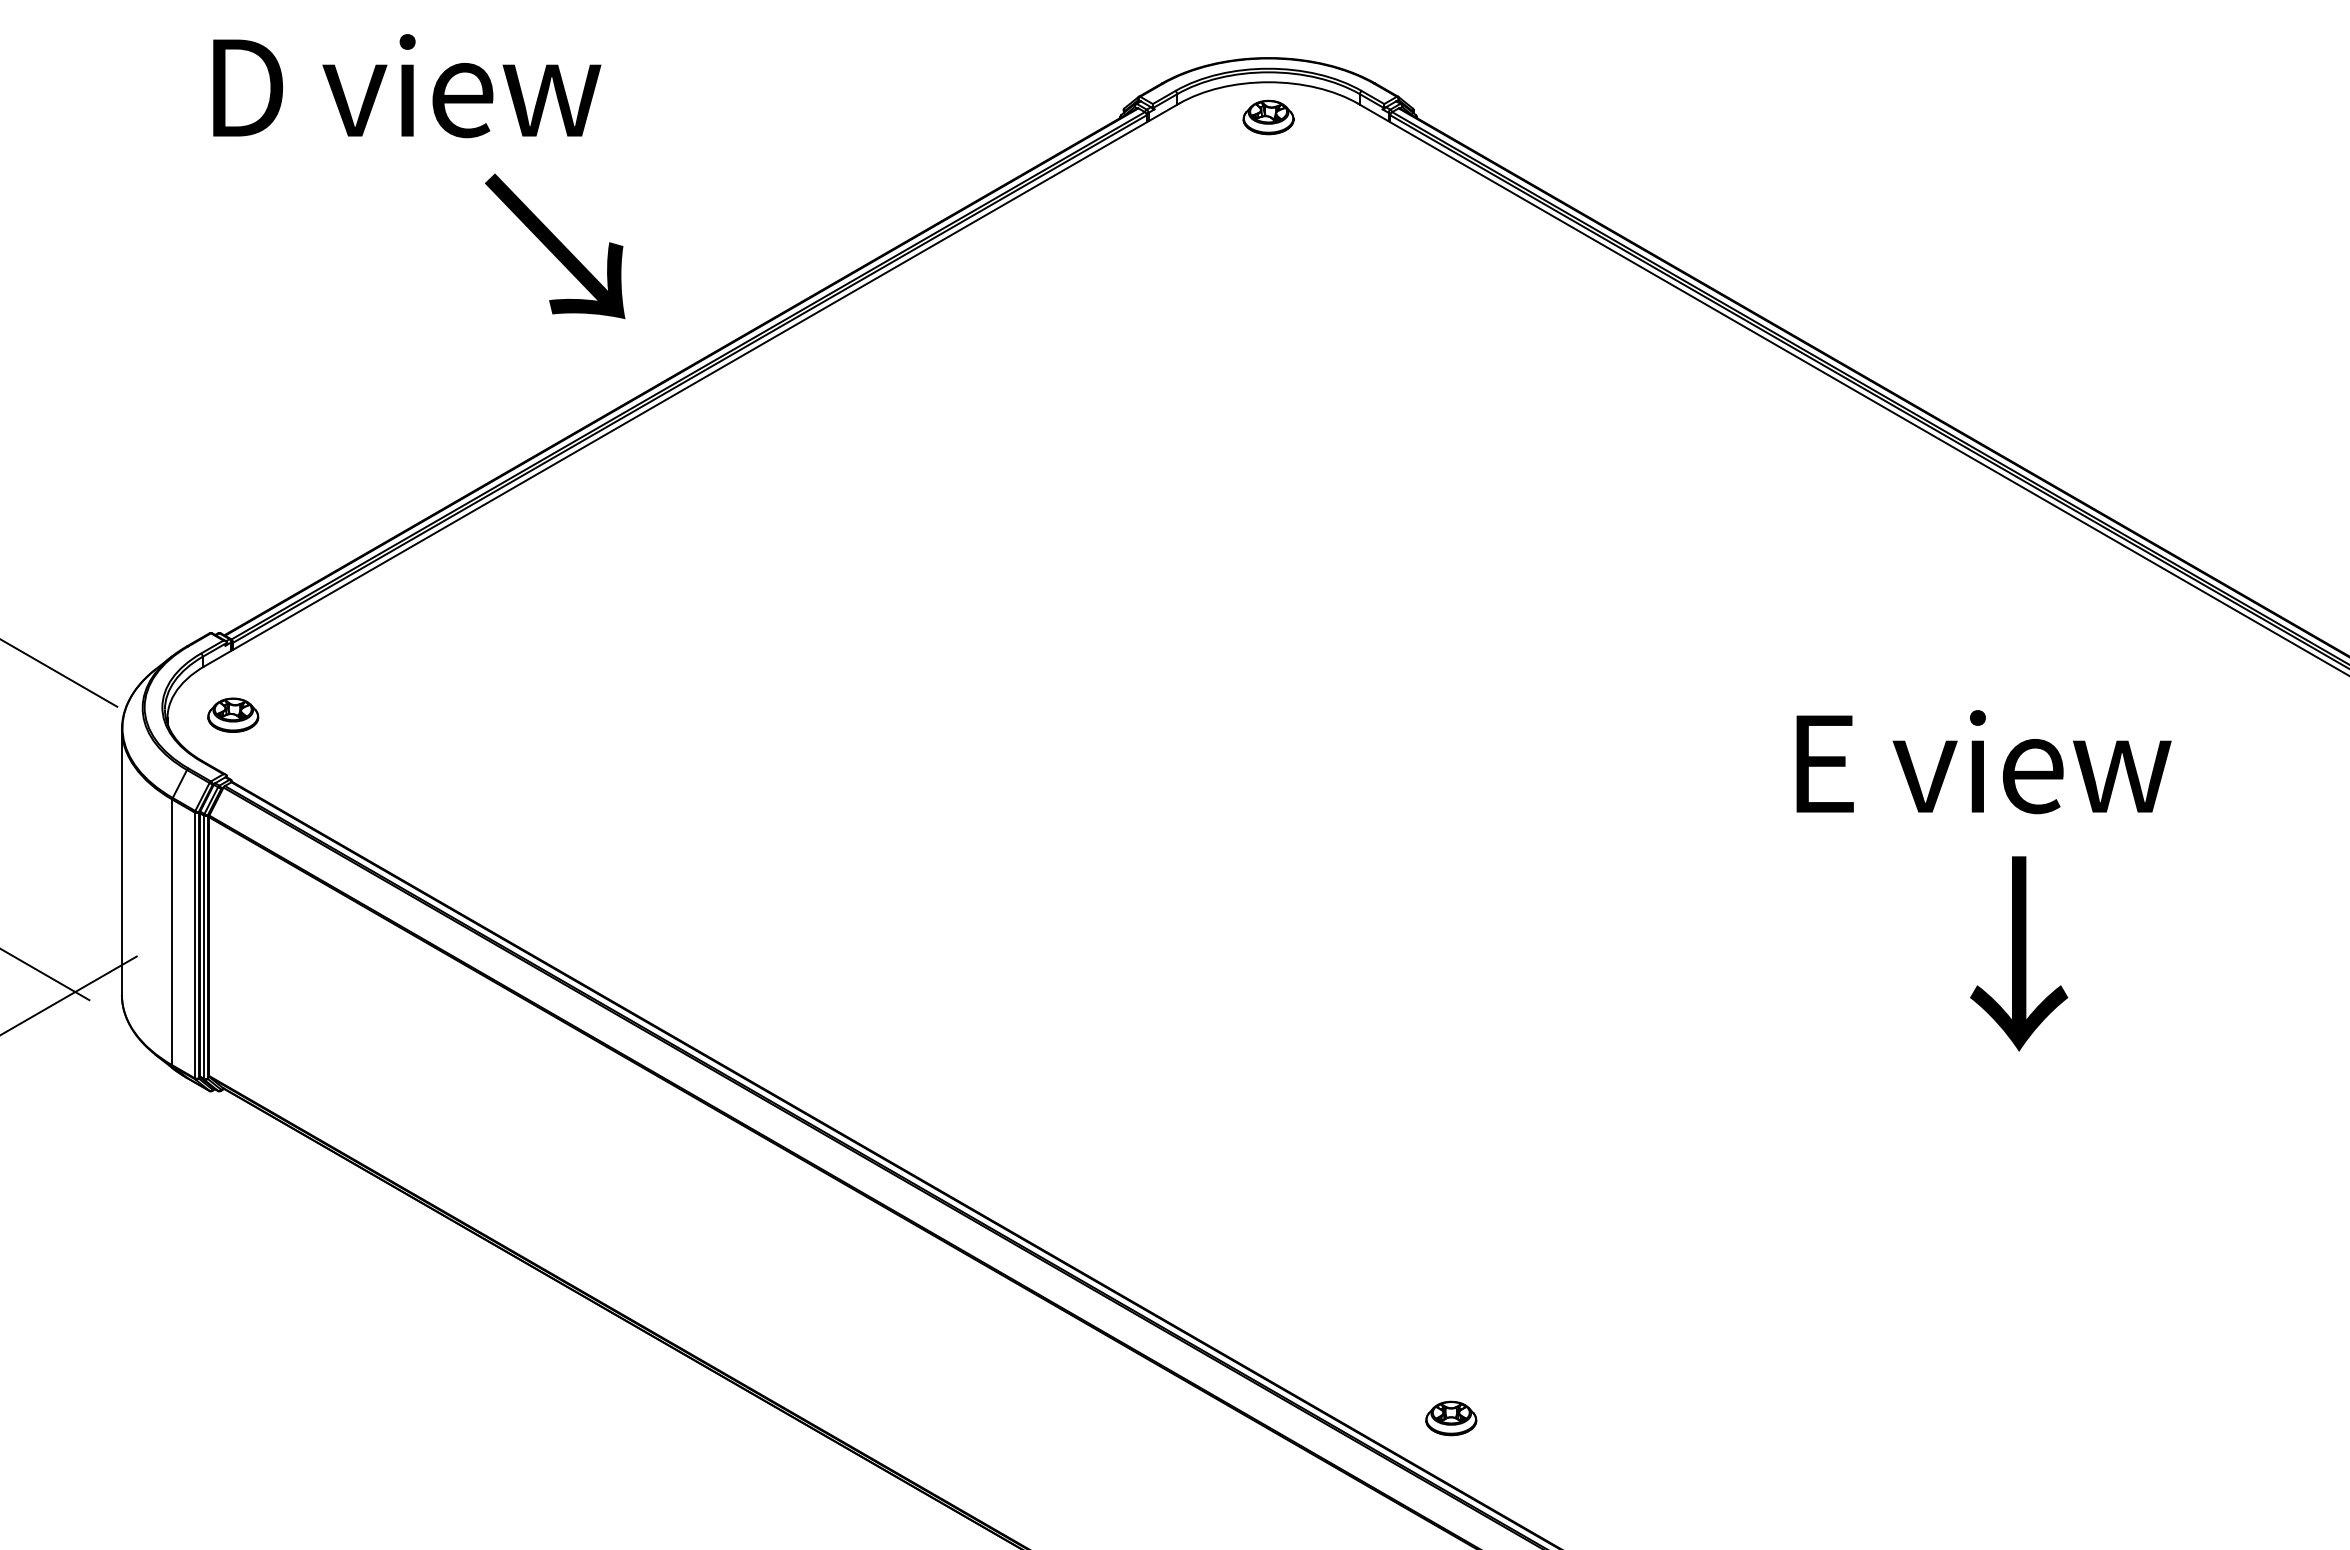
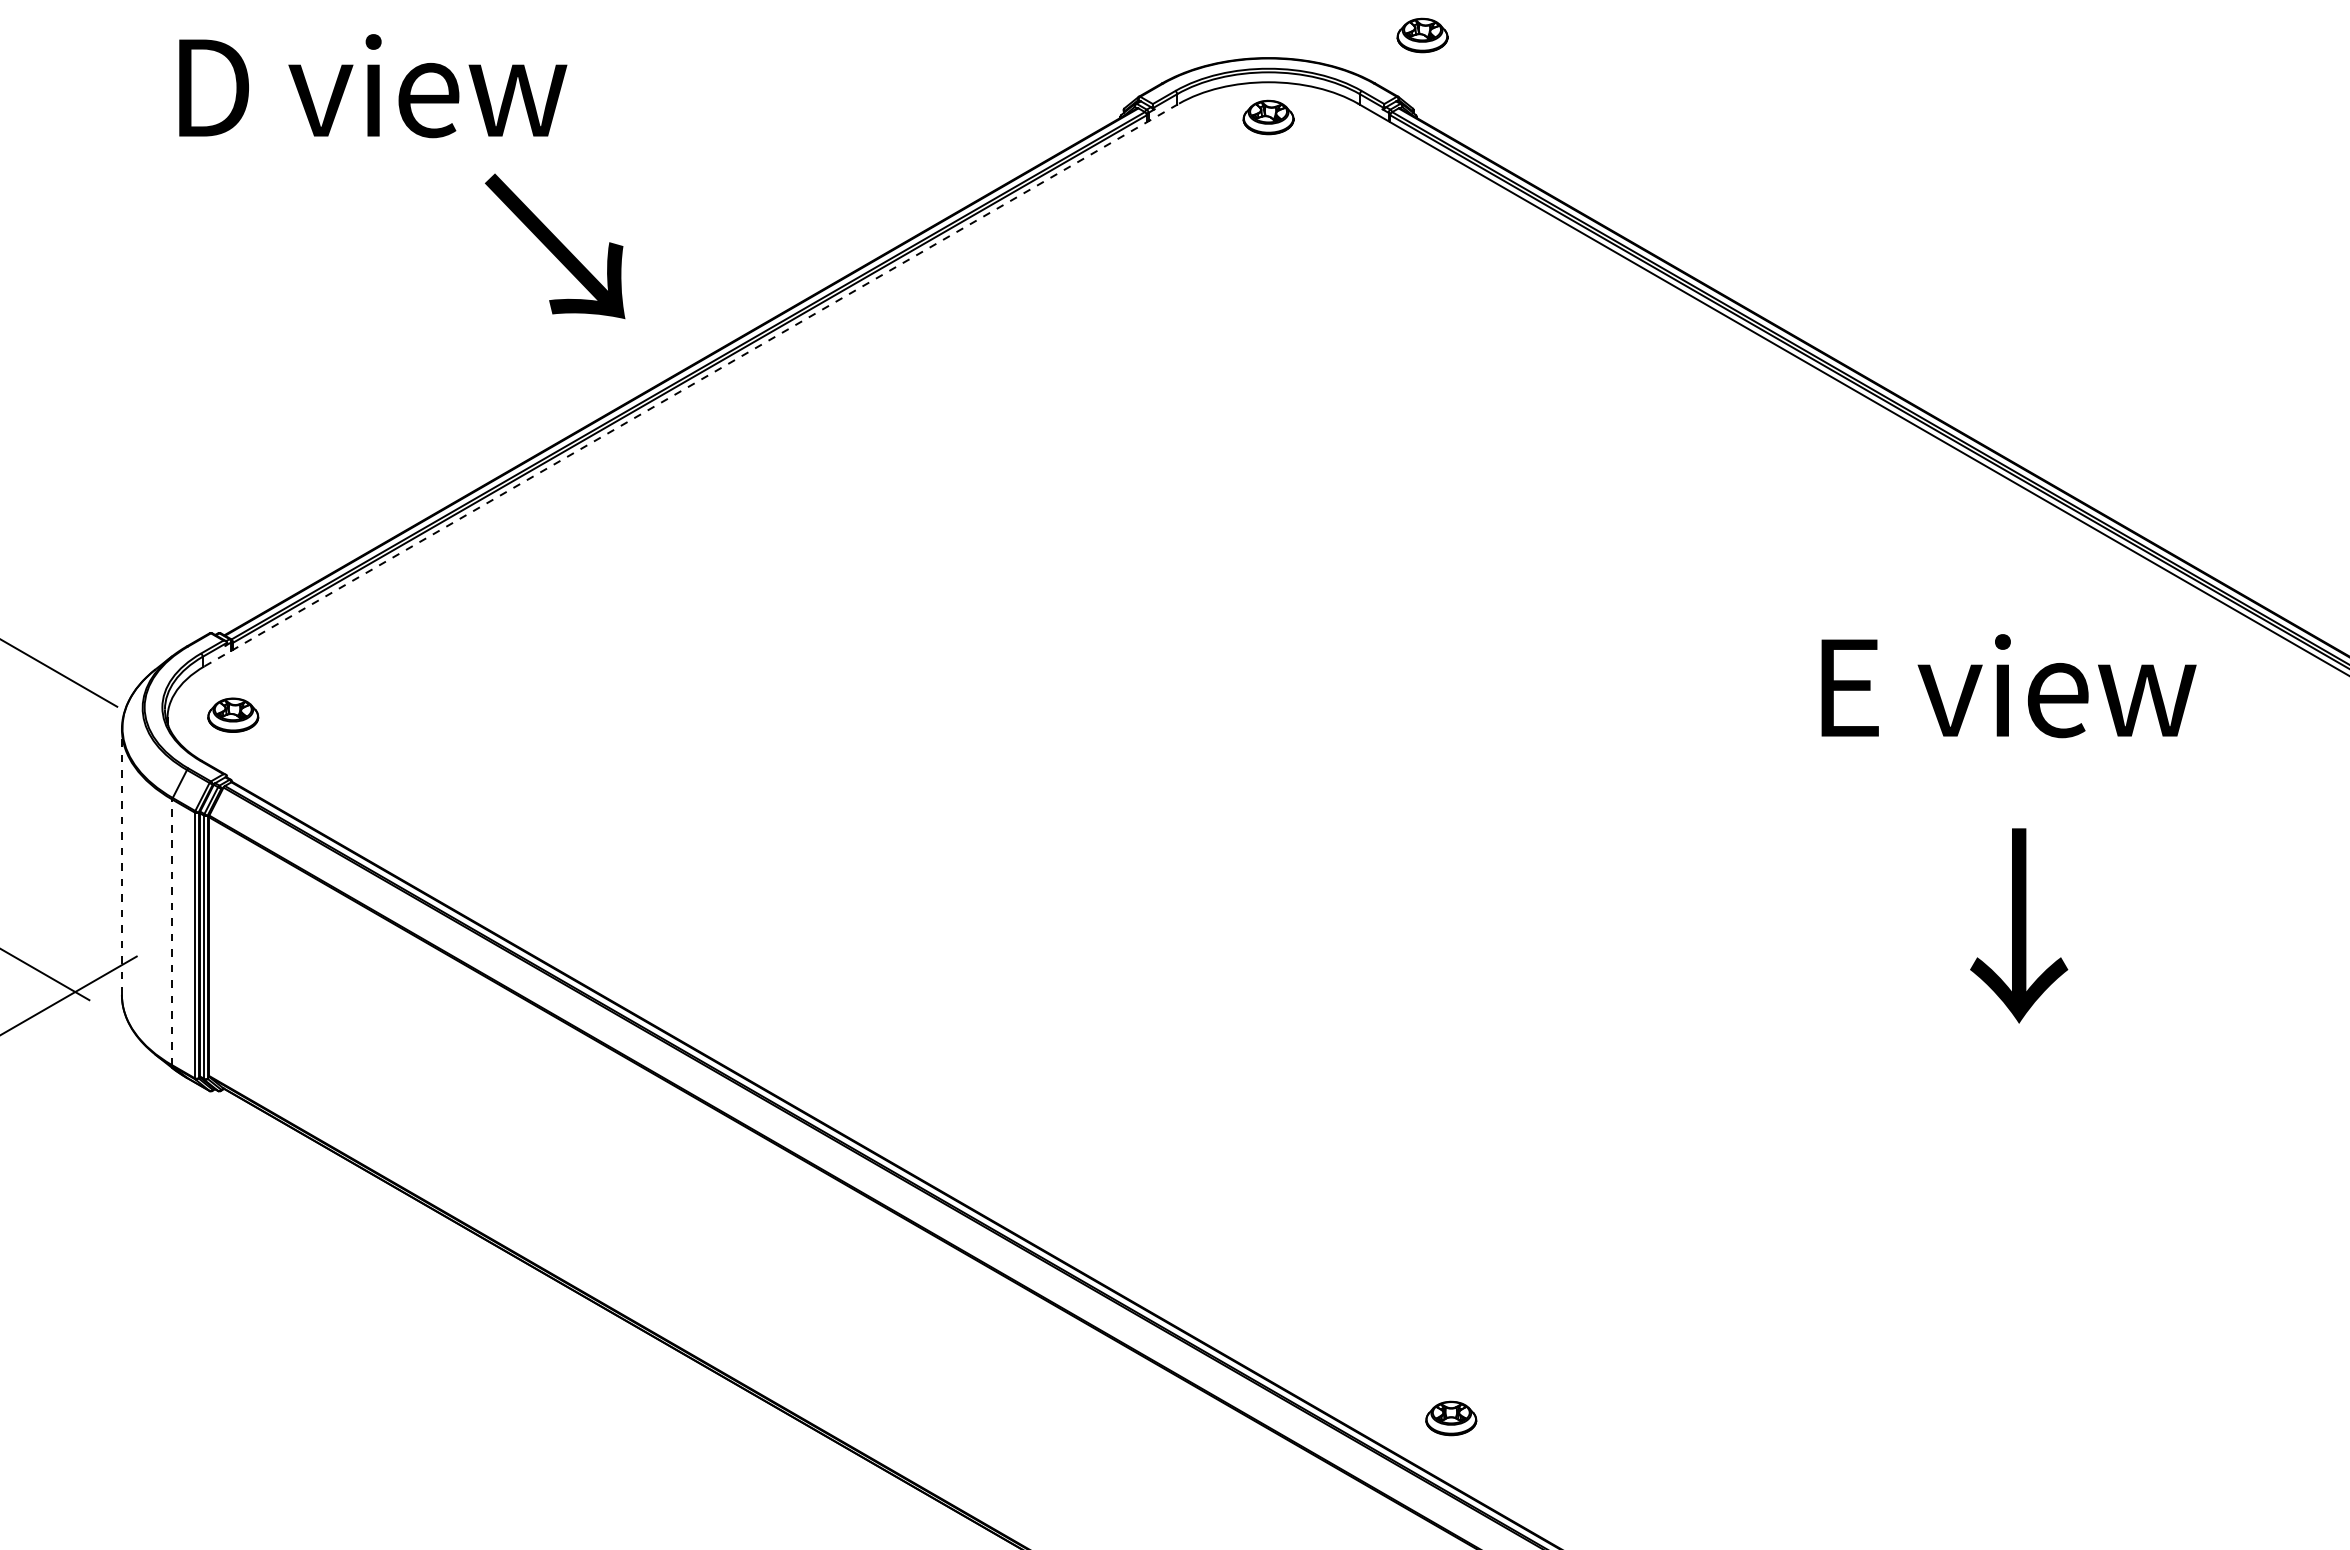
part at (1422, 35): none -> present
text at (407, 86) position: (407, 86) -> (373, 86)
line at (691, 384): solid -> dashed
text at (1983, 762) position: (1983, 762) -> (2008, 686)
line at (121, 862): solid -> dashed
line at (172, 932): solid -> dashed
text at (2019, 953) position: (2019, 953) -> (2019, 925)
